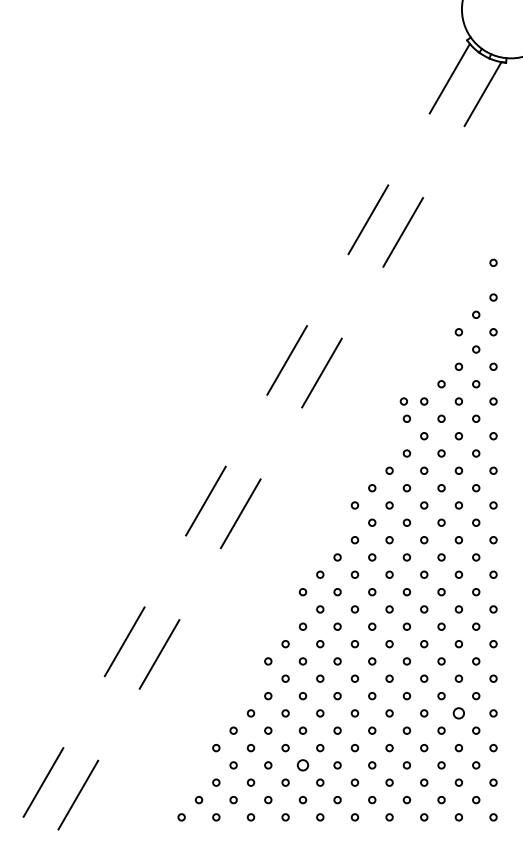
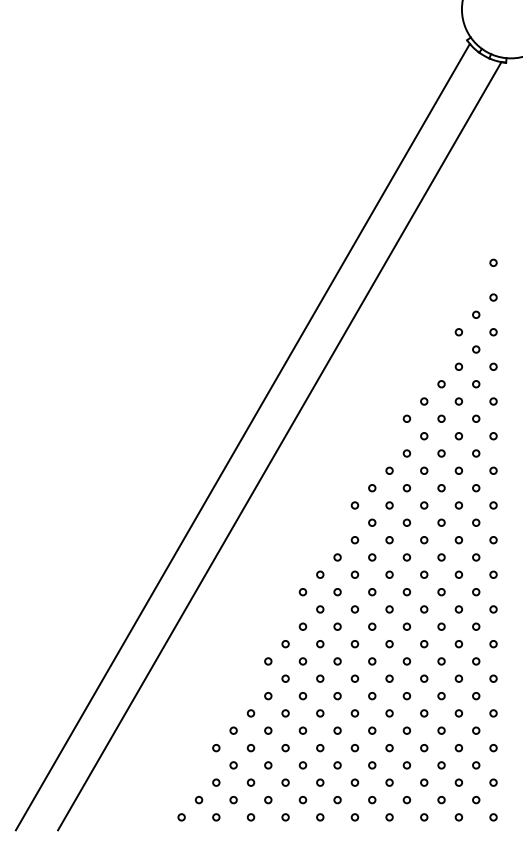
circle at (403, 401): present -> none
line at (242, 437): dashed -> solid
line at (280, 445): dashed -> solid
circle at (458, 713) size: 13x13 px -> 10x9 px
circle at (302, 765) size: 14x13 px -> 10x9 px
